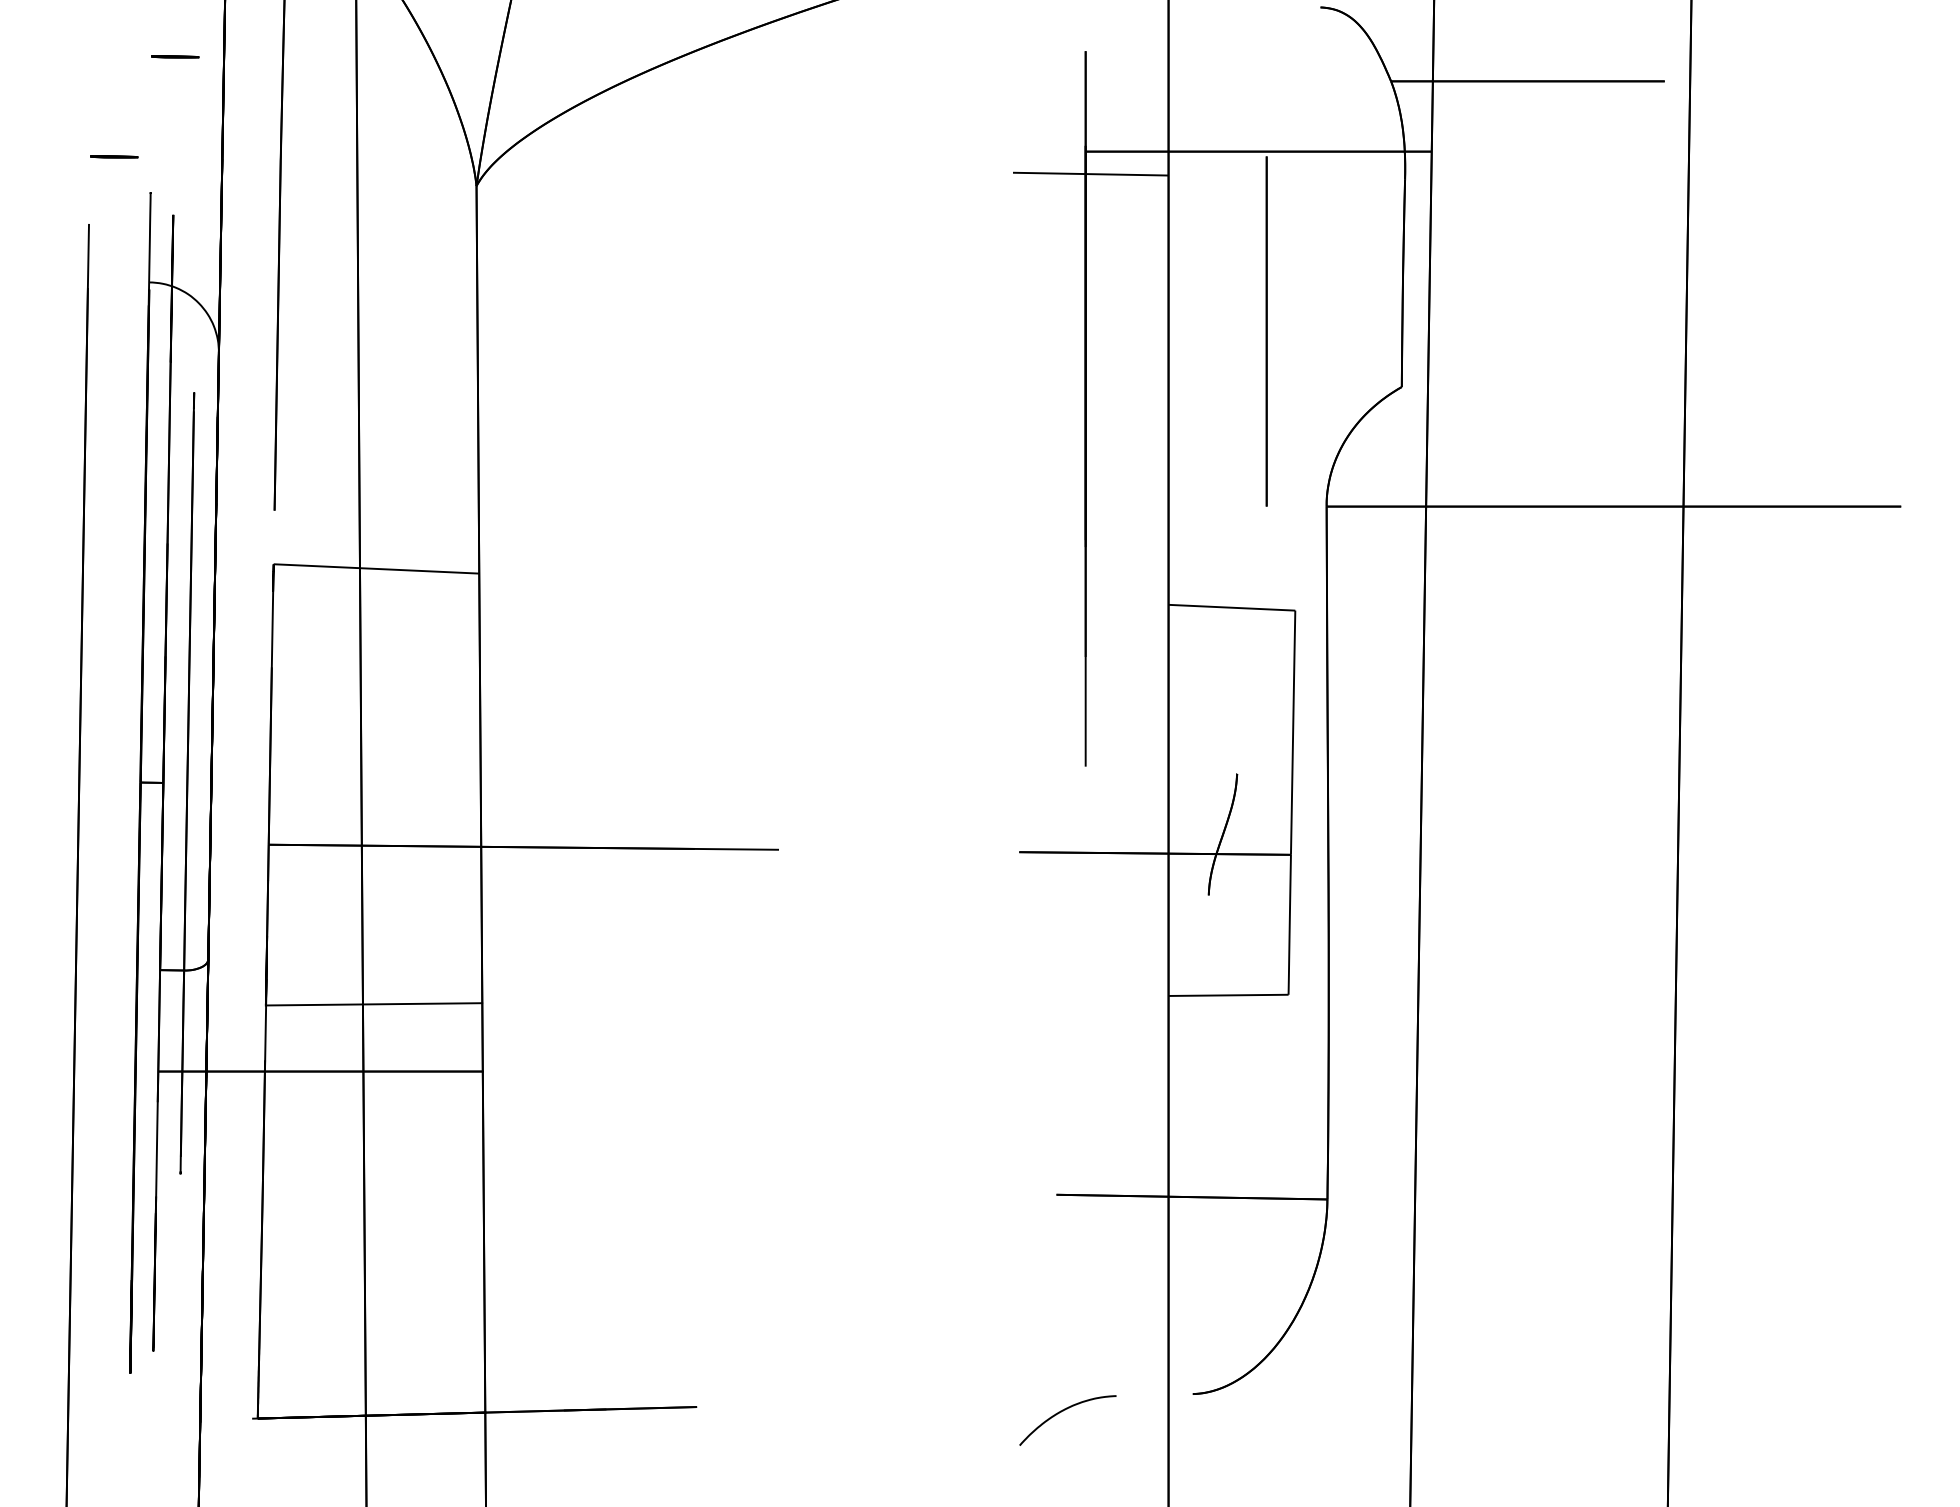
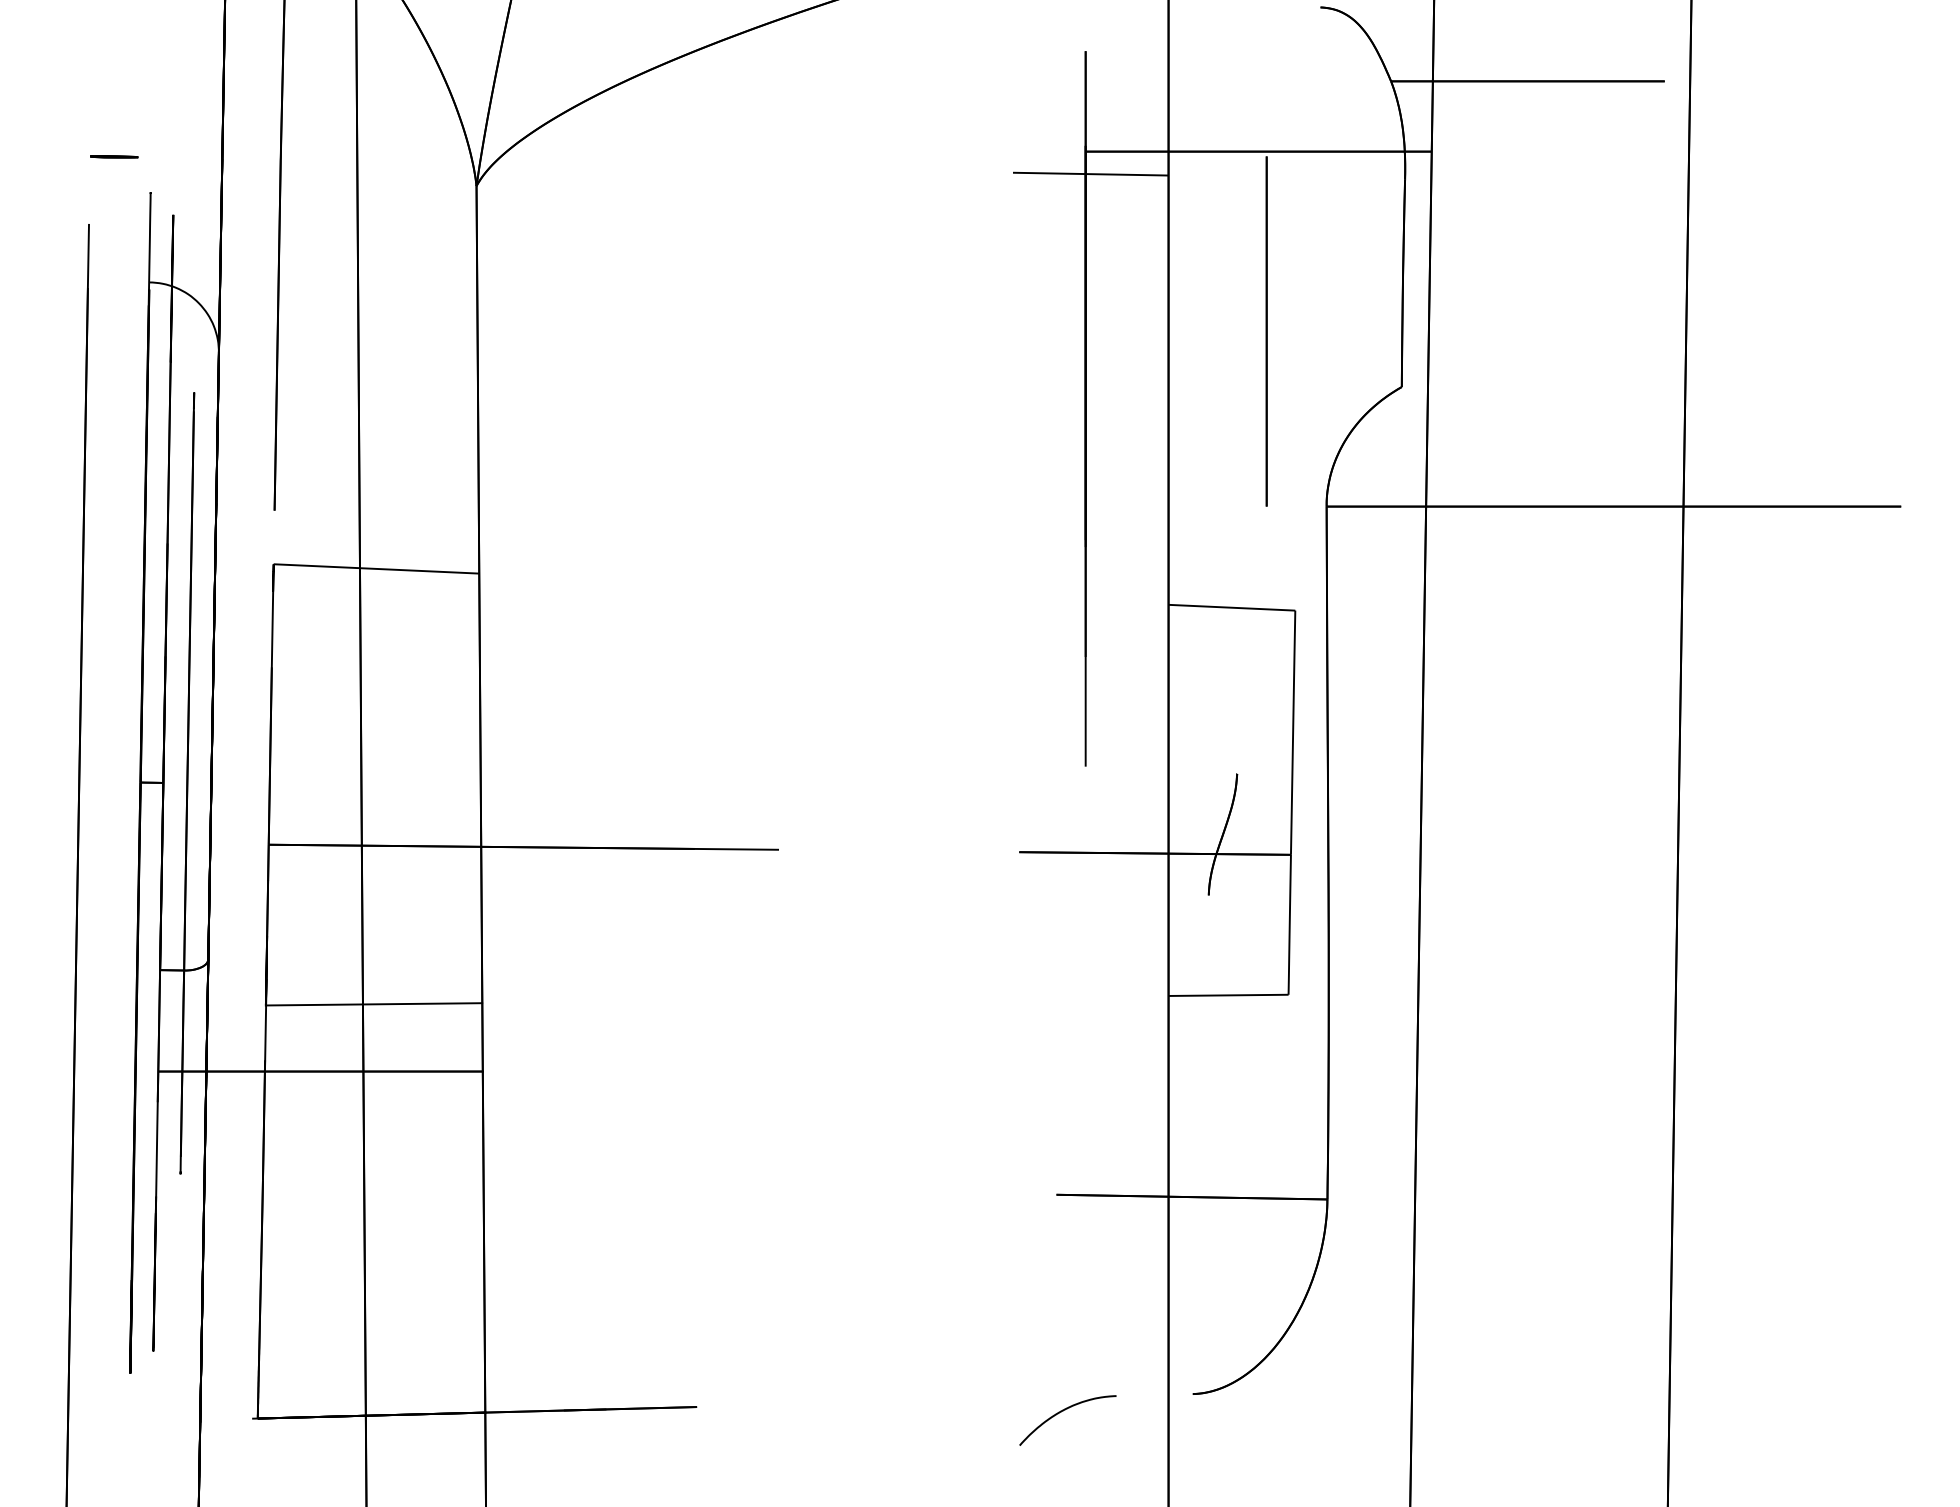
line at (175, 56): present -> none
